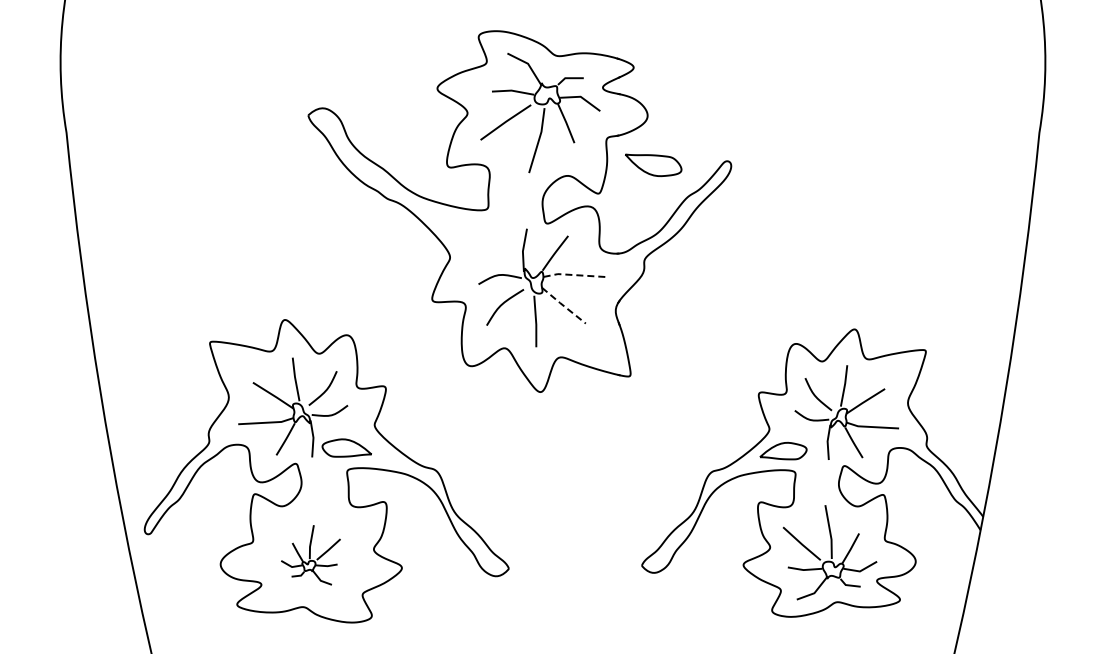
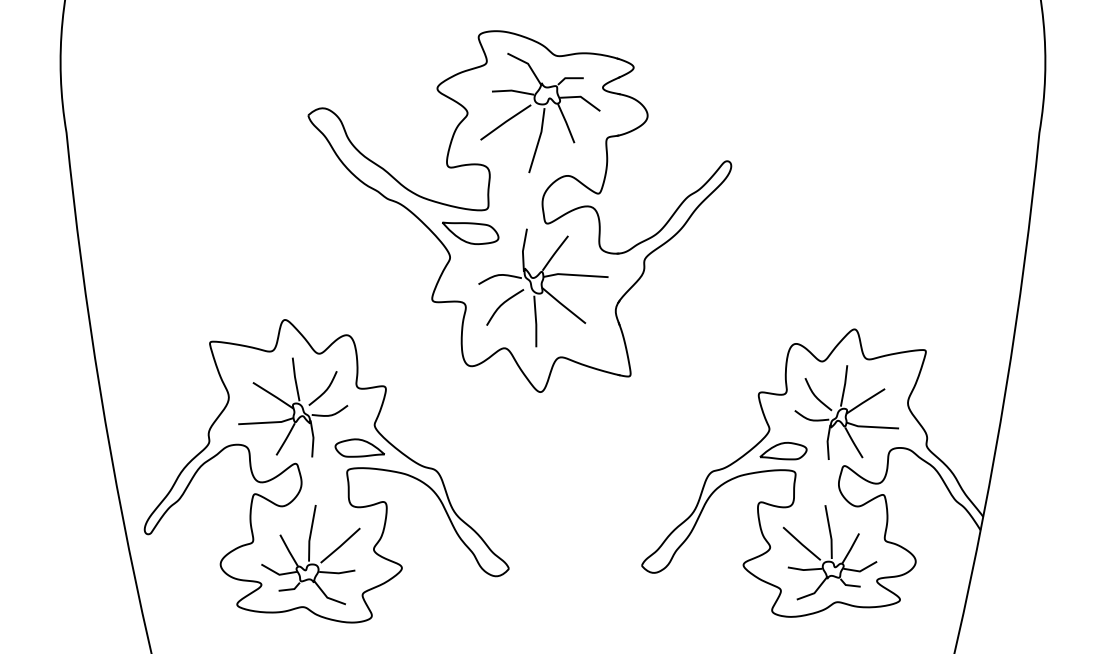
part at (653, 165) position: (653, 165) -> (470, 233)
line at (575, 275): dashed -> solid
line at (563, 305): dashed -> solid
part at (346, 447) position: (346, 447) -> (359, 447)
part at (310, 555) size: 60x61 px -> 100x101 px
